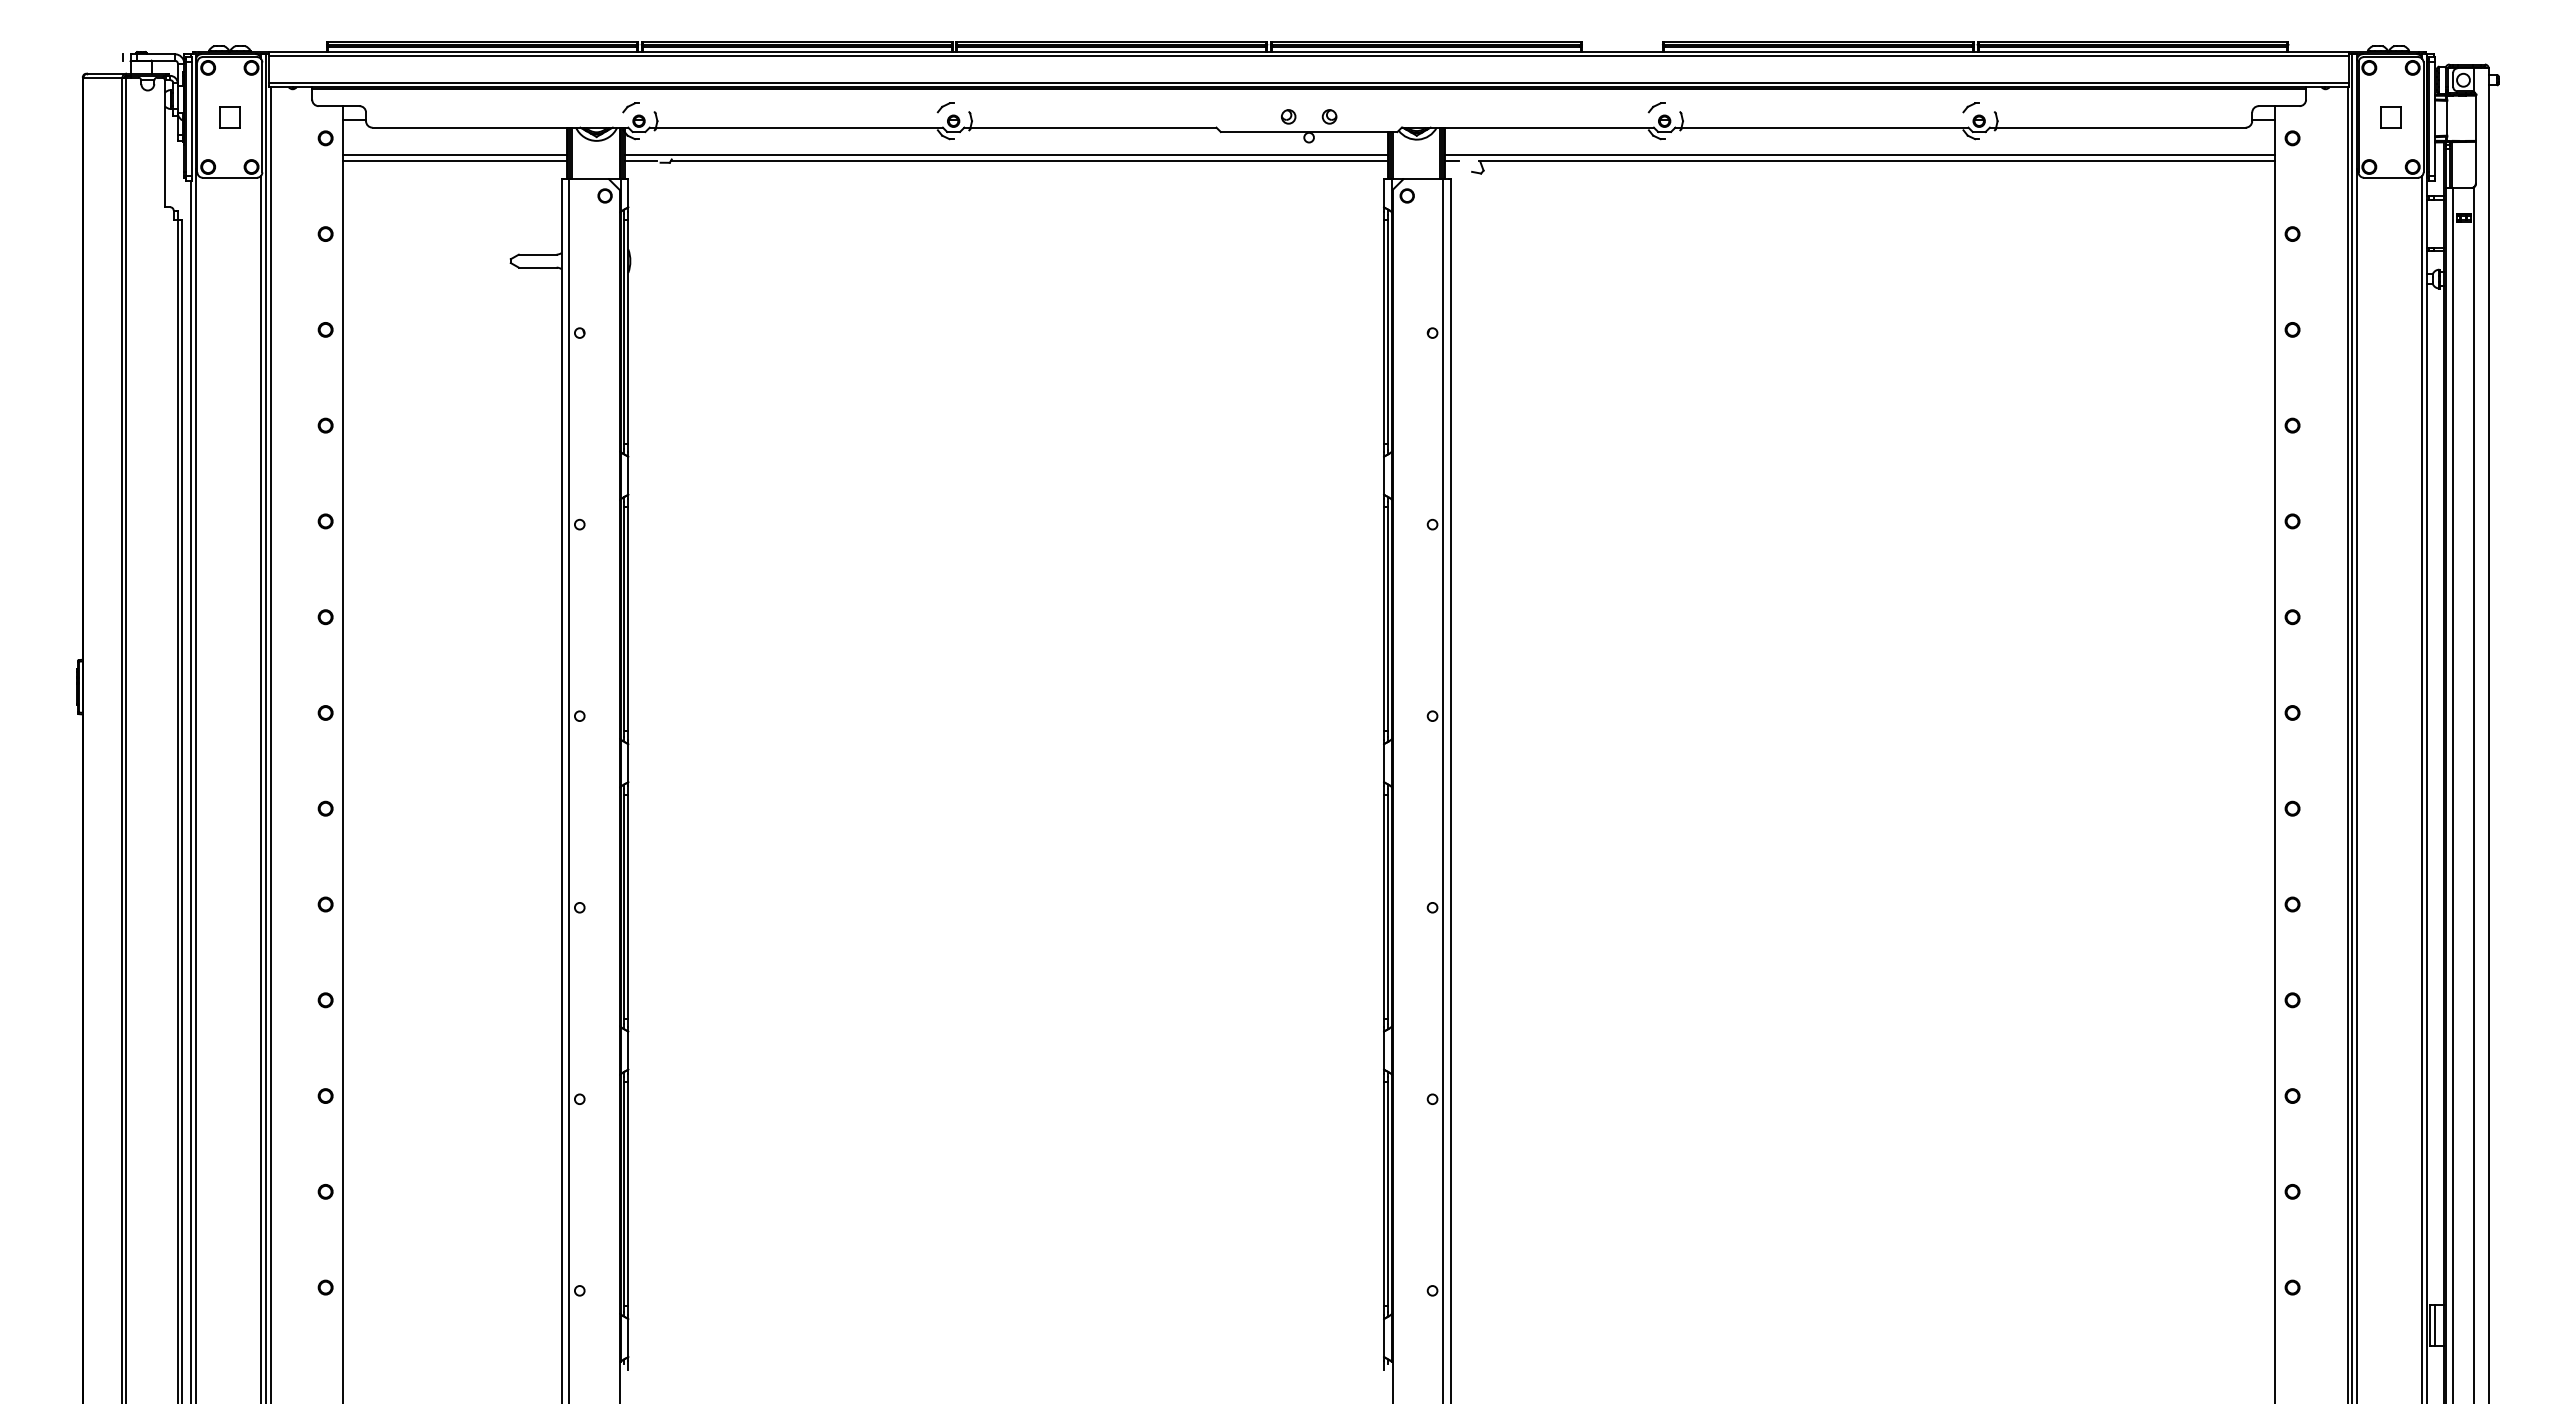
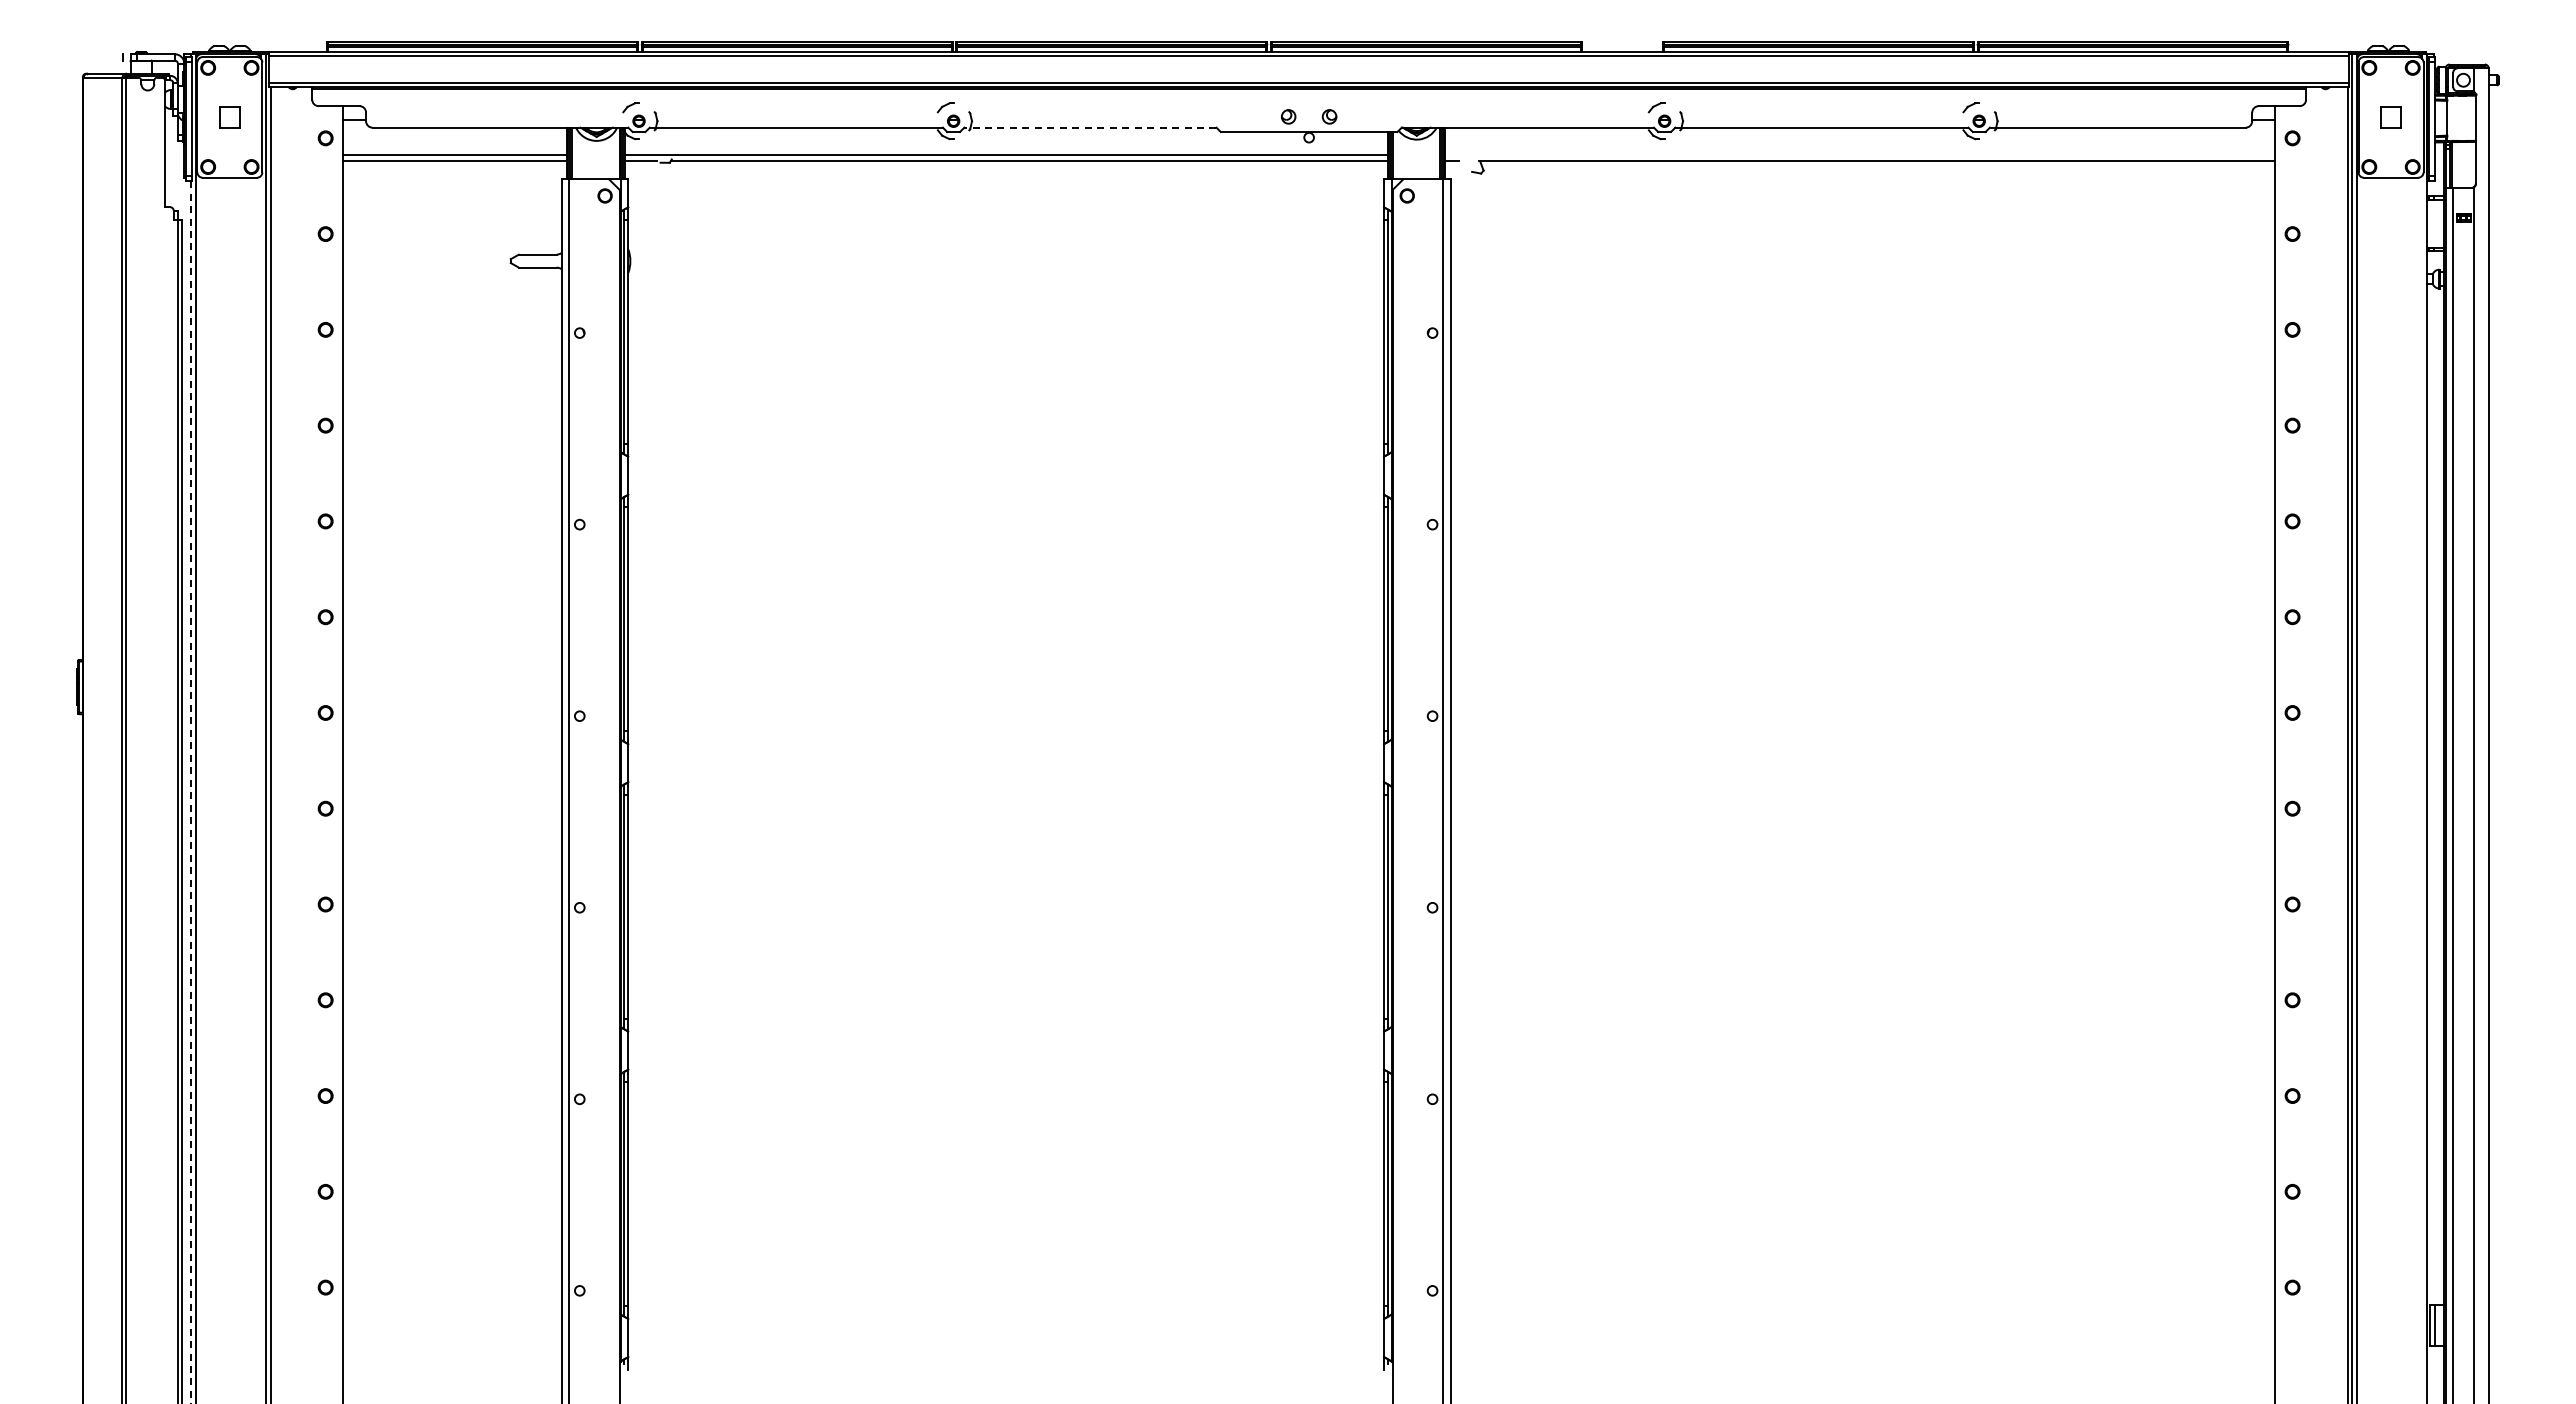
line at (1089, 127): solid -> dashed
line at (1860, 154): present -> none
line at (261, 788): present -> none
line at (2422, 788): present -> none
line at (190, 792): solid -> dashed
